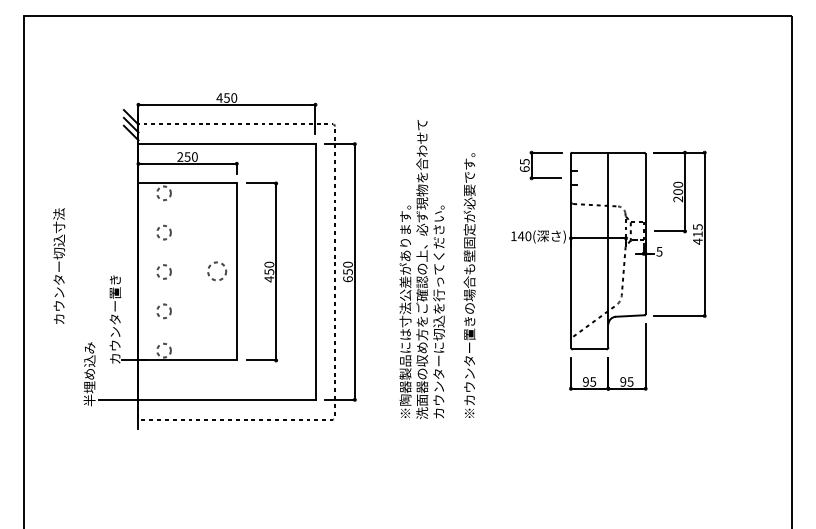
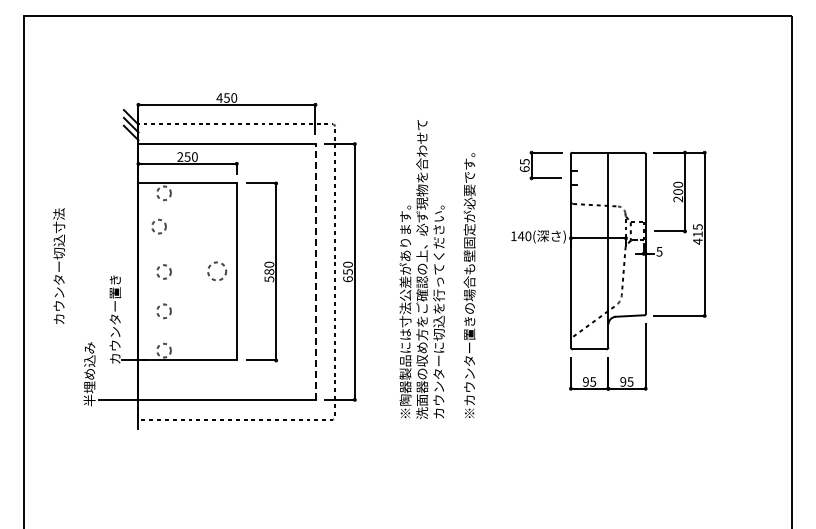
circle at (163, 232) position: (163, 232) -> (158, 226)
line at (315, 272): solid -> dashed
text at (269, 275): 450 -> 580
